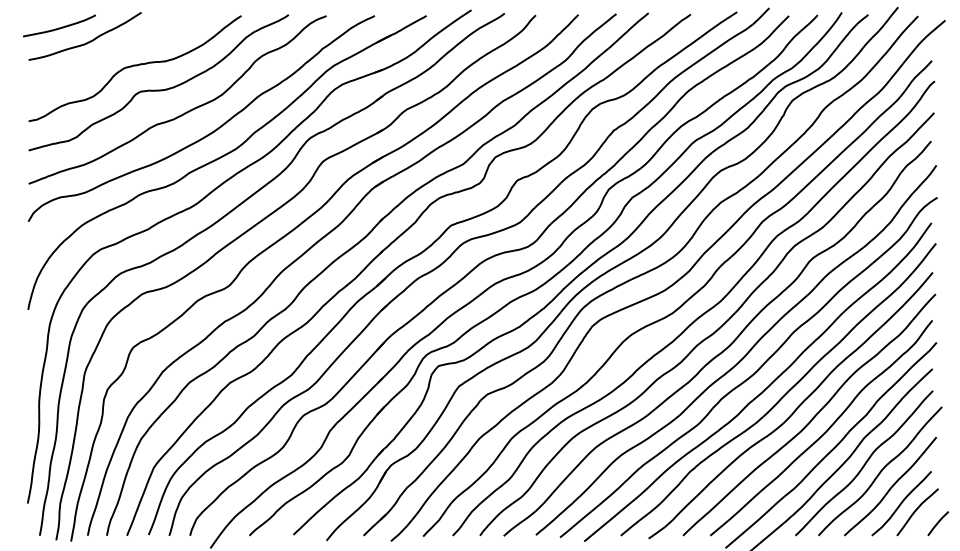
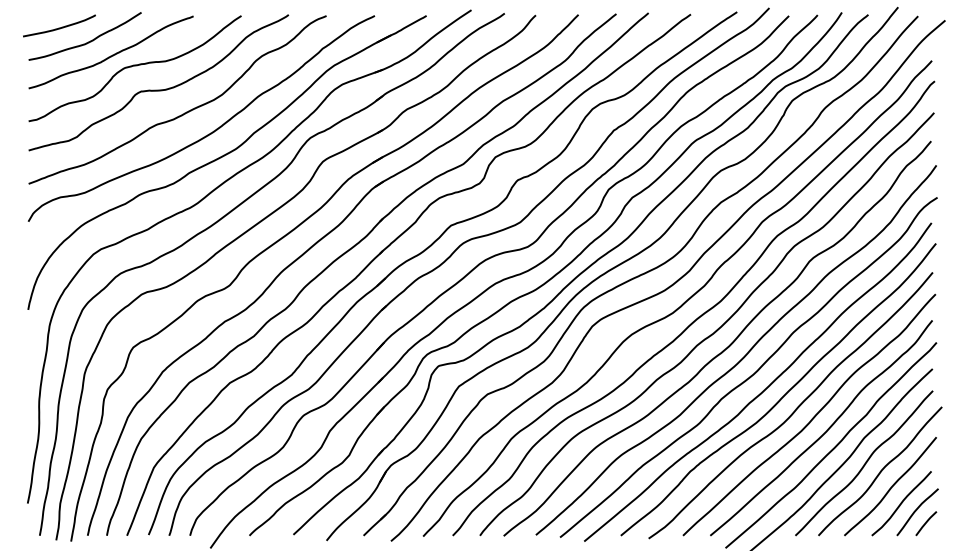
curve at (112, 54): none -> present
line at (938, 523) position: (938, 523) -> (926, 523)
